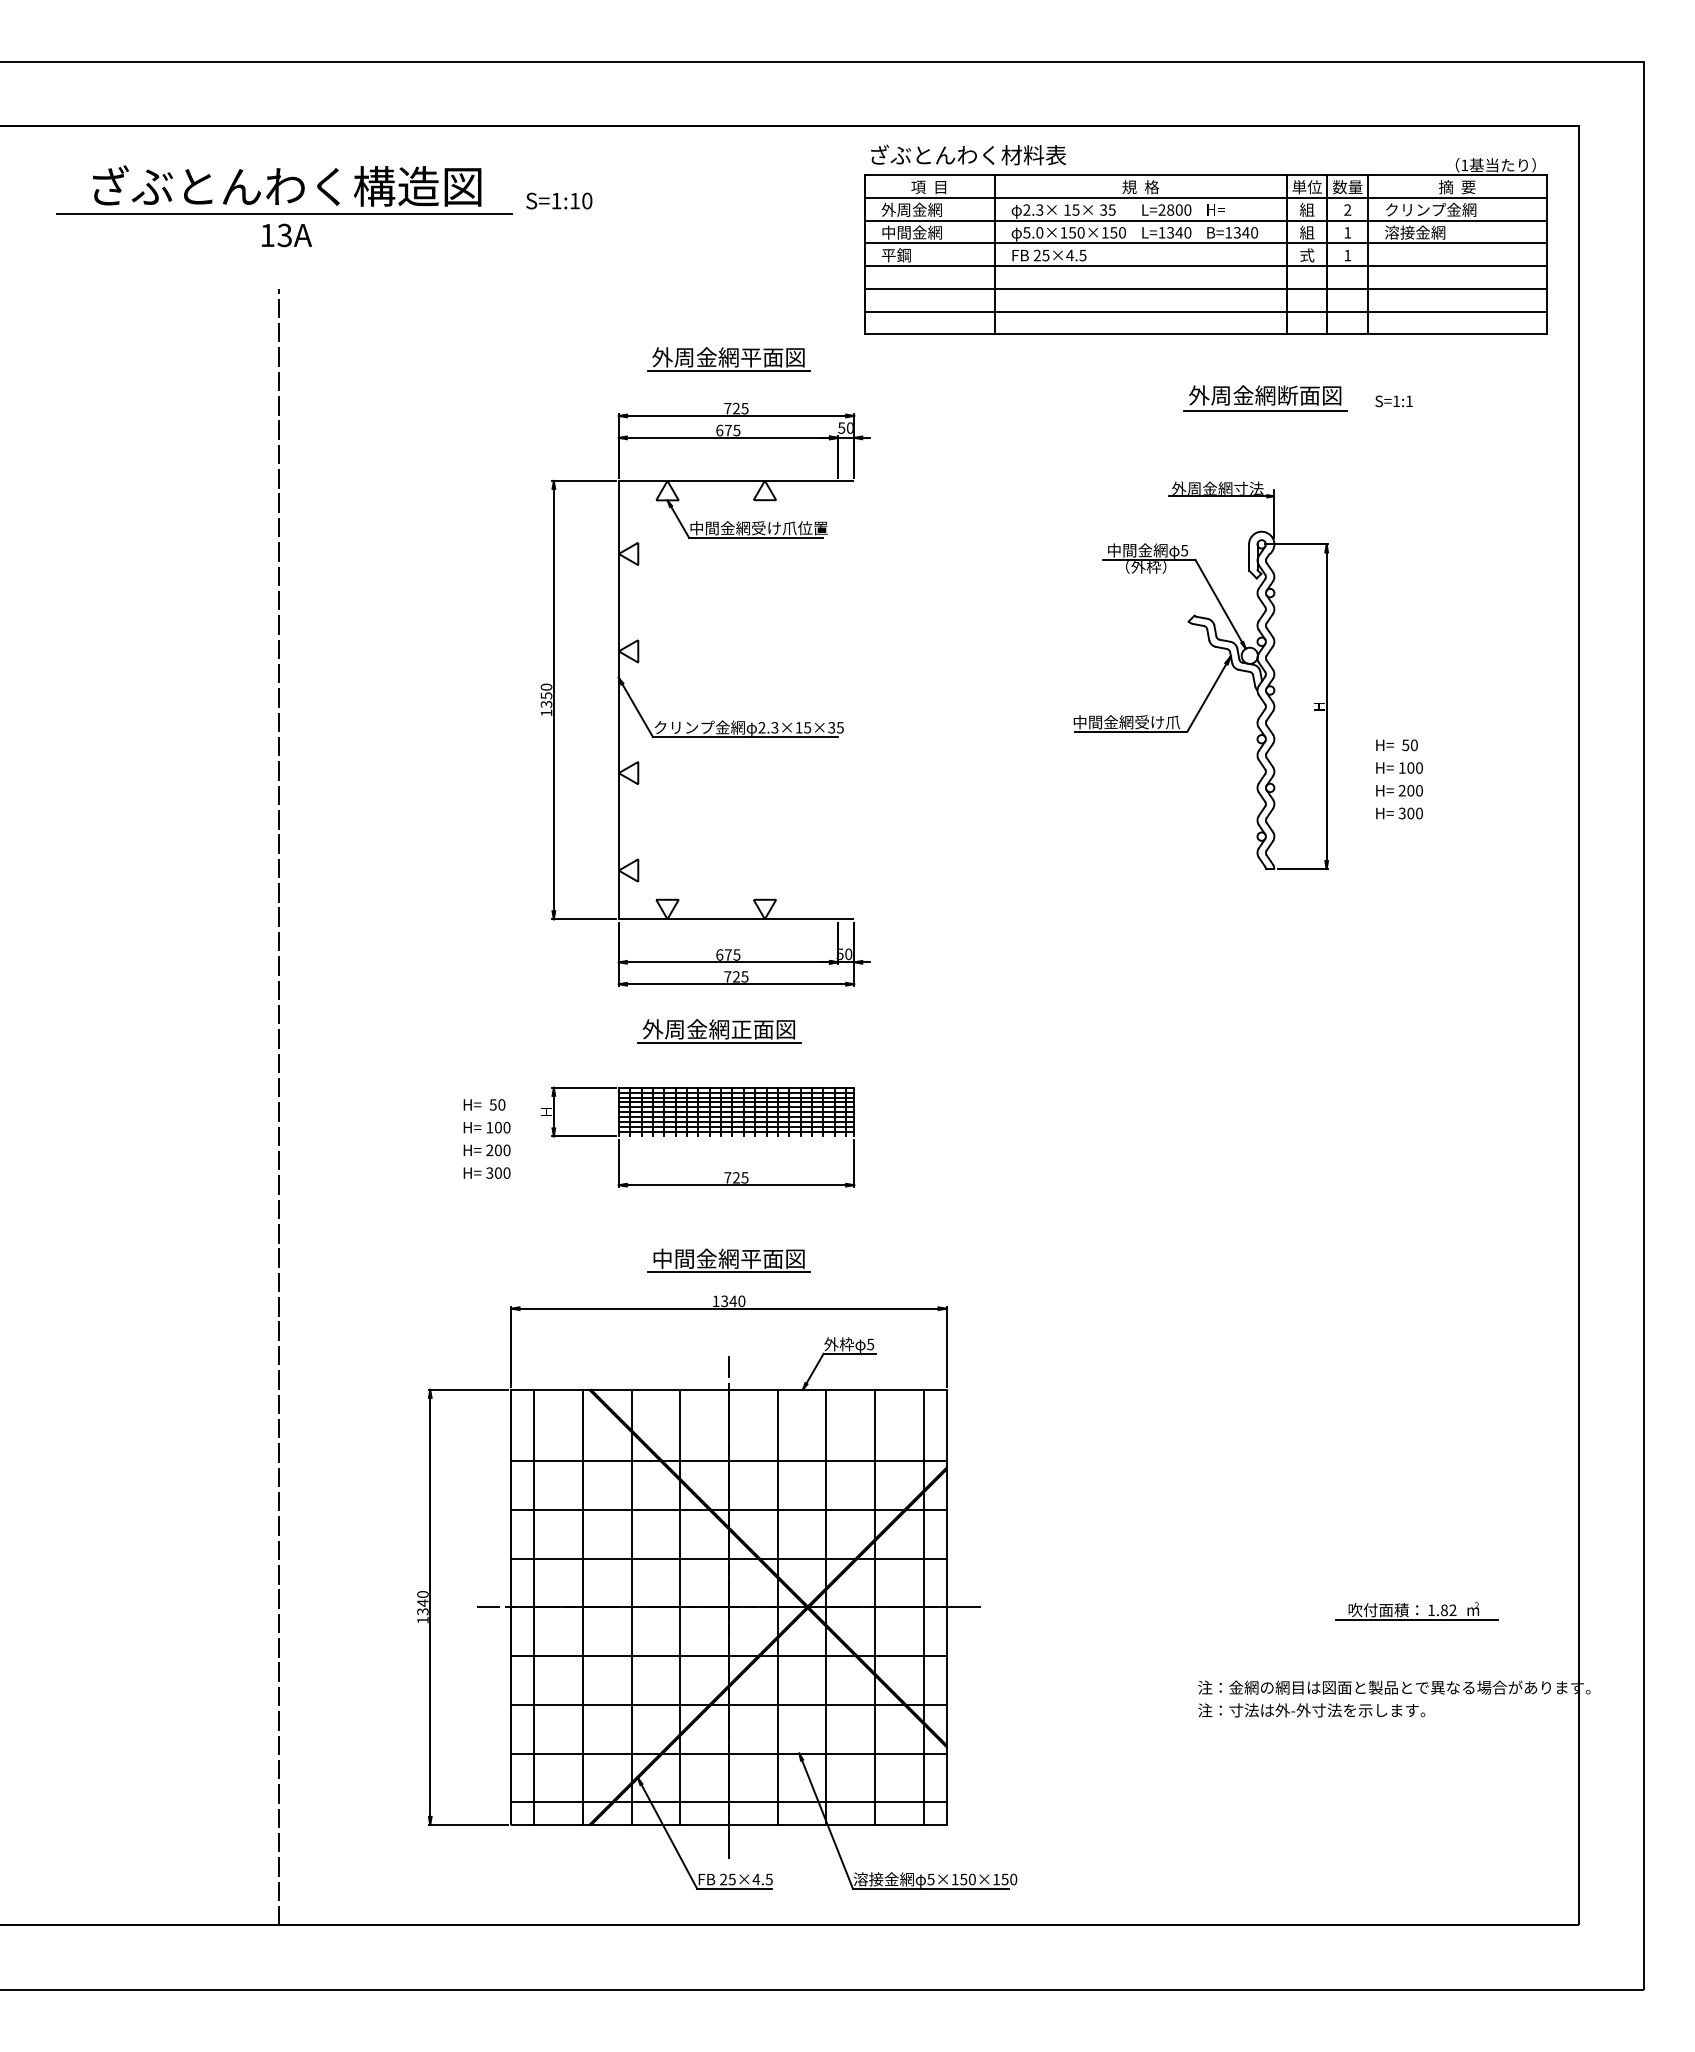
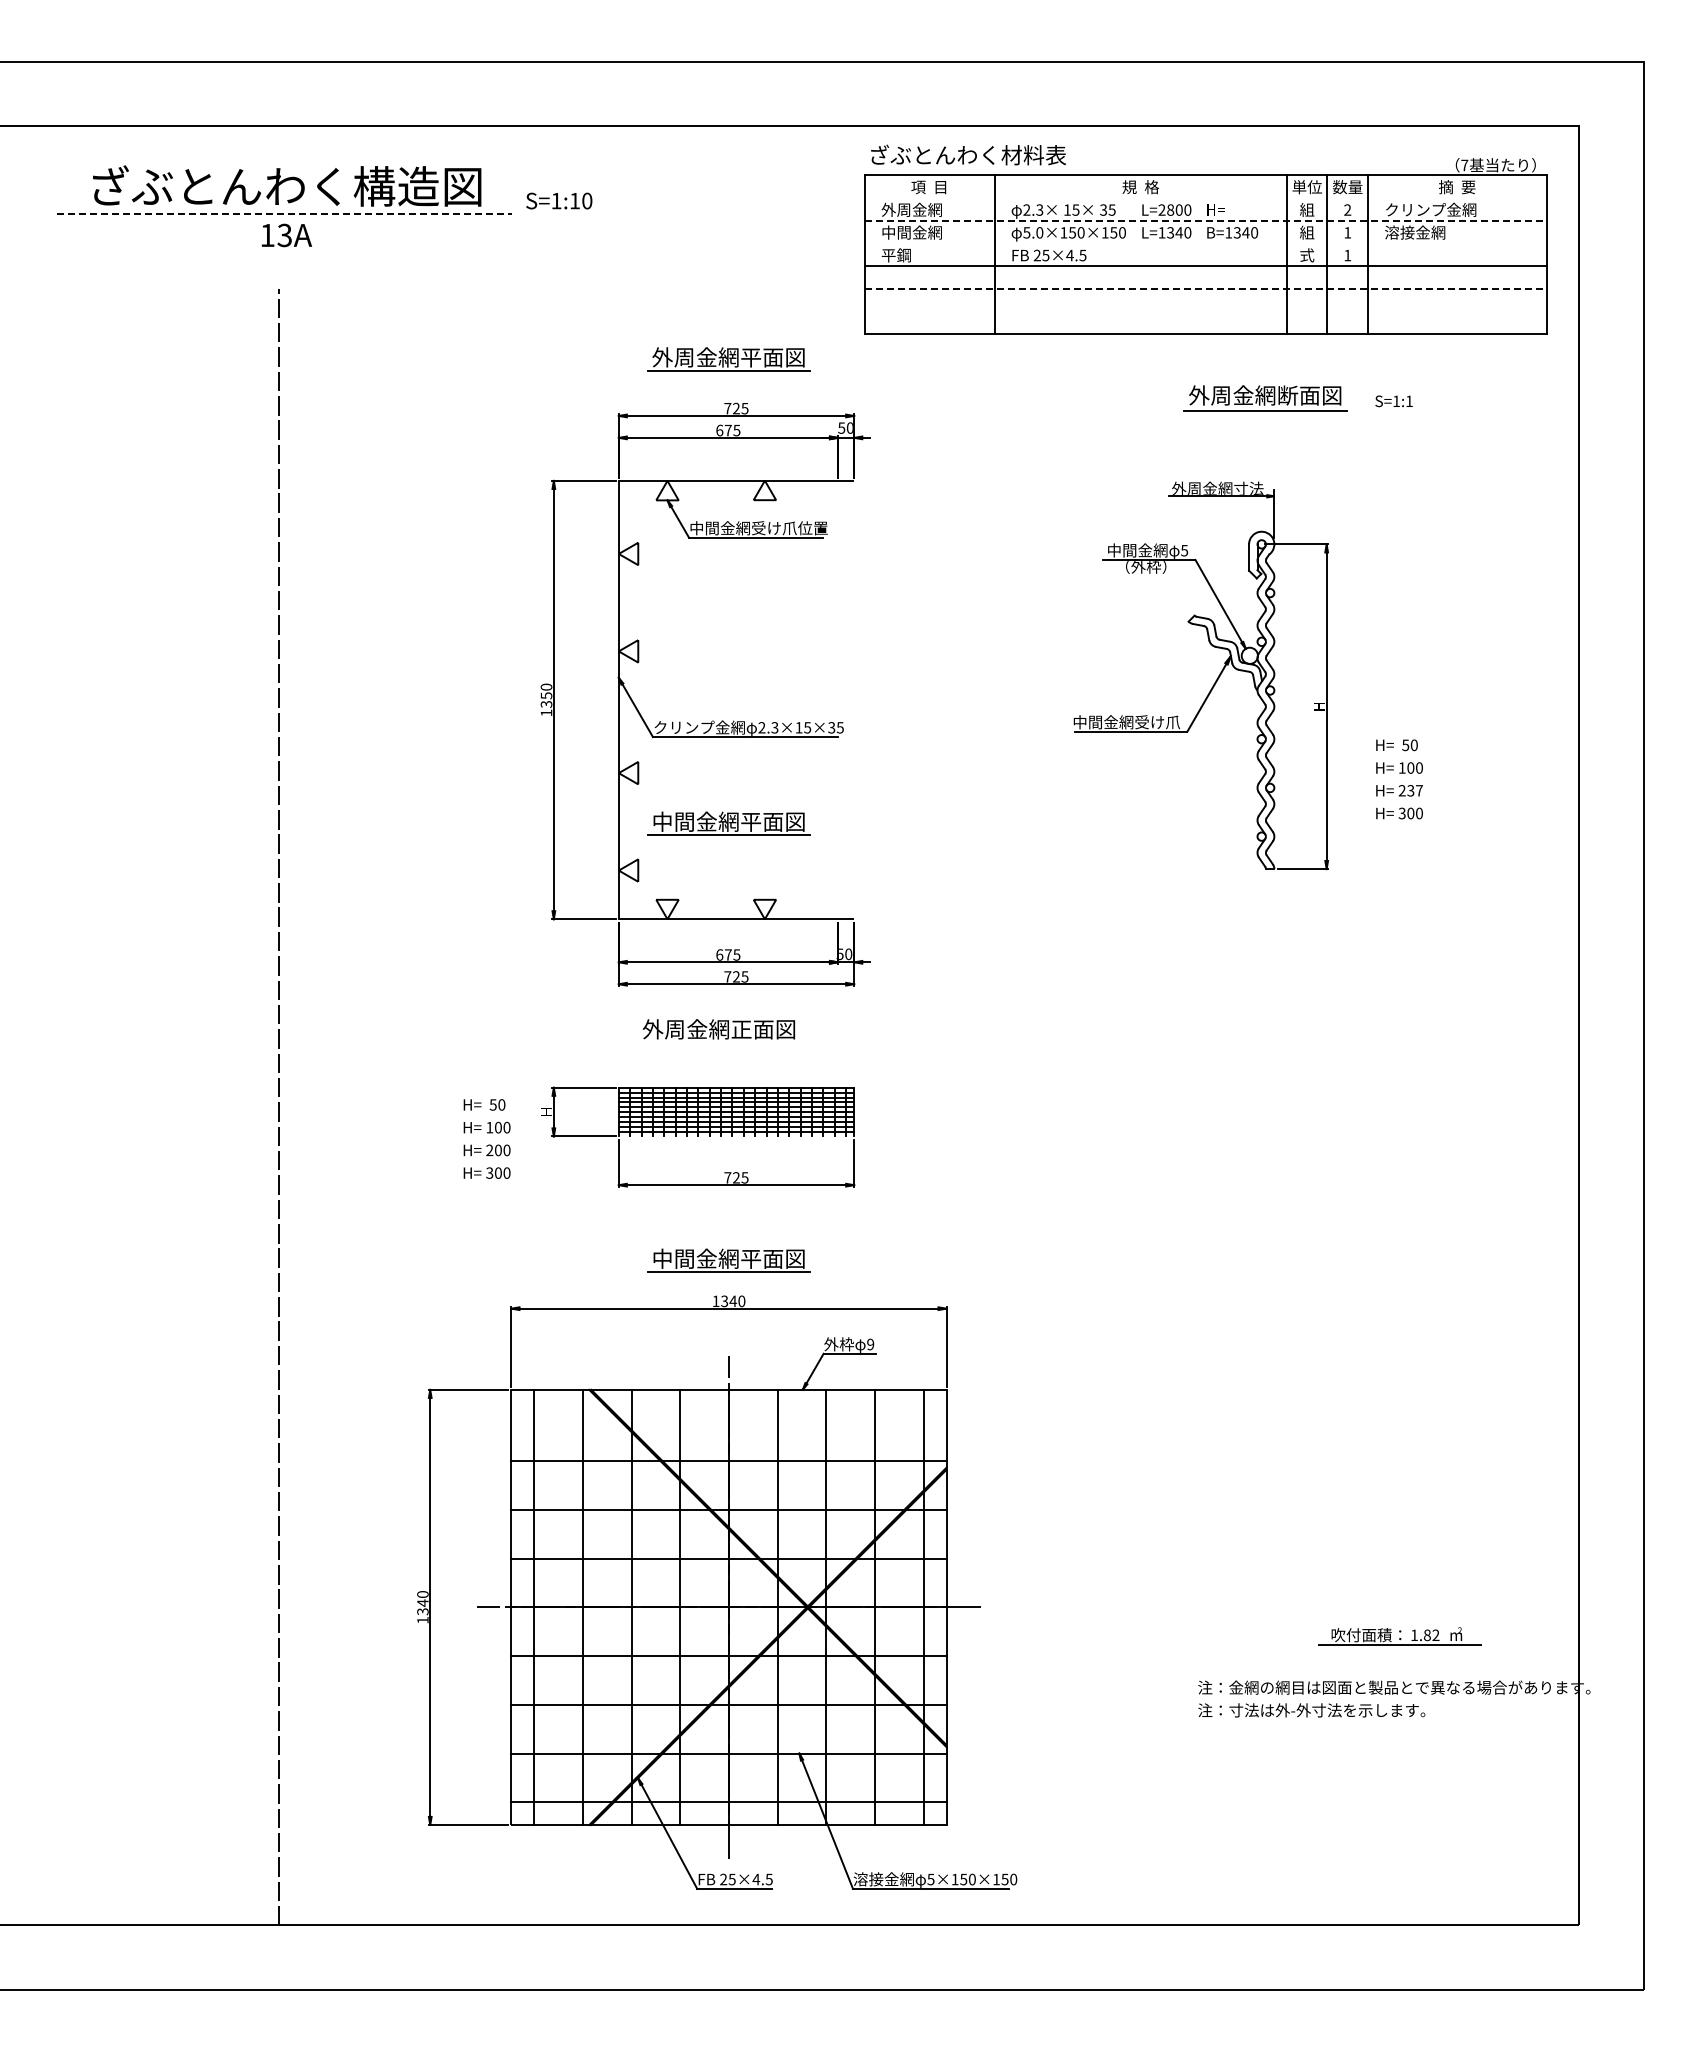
text at (1464, 165): 1 -> 7
line at (1205, 197): present -> none
line at (285, 214): solid -> dashed
line at (1205, 220): solid -> dashed
line at (1205, 243): present -> none
line at (1205, 288): solid -> dashed
line at (1205, 311): present -> none
text at (1414, 790): 200 -> 237
part at (728, 823): none -> present
line at (719, 1042): present -> none
text at (870, 1344): 5 -> 9
part at (1416, 1611) position: (1416, 1611) -> (1399, 1636)
